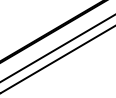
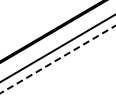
line at (58, 59): solid -> dashed
